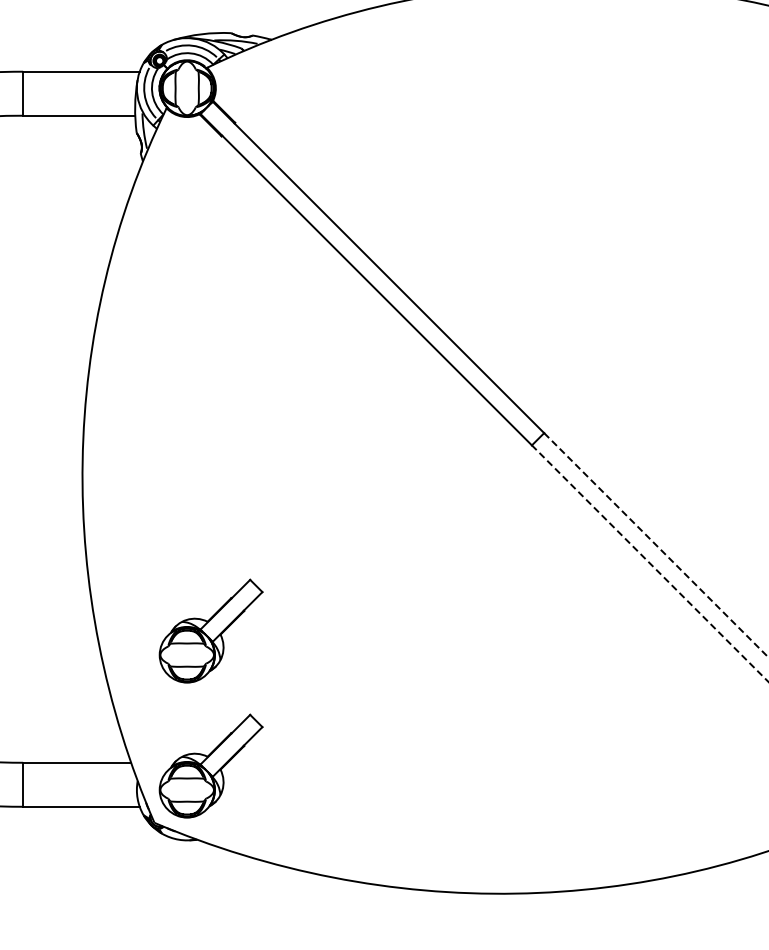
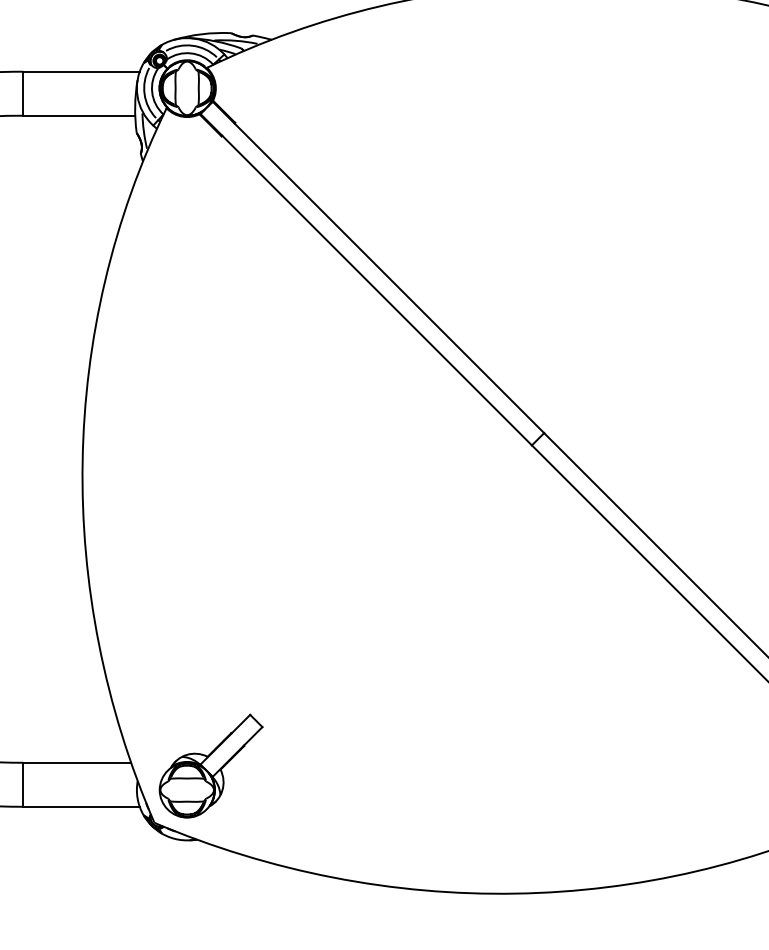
line at (656, 545): dashed -> solid
line at (649, 563): dashed -> solid
part at (210, 630): present -> none
